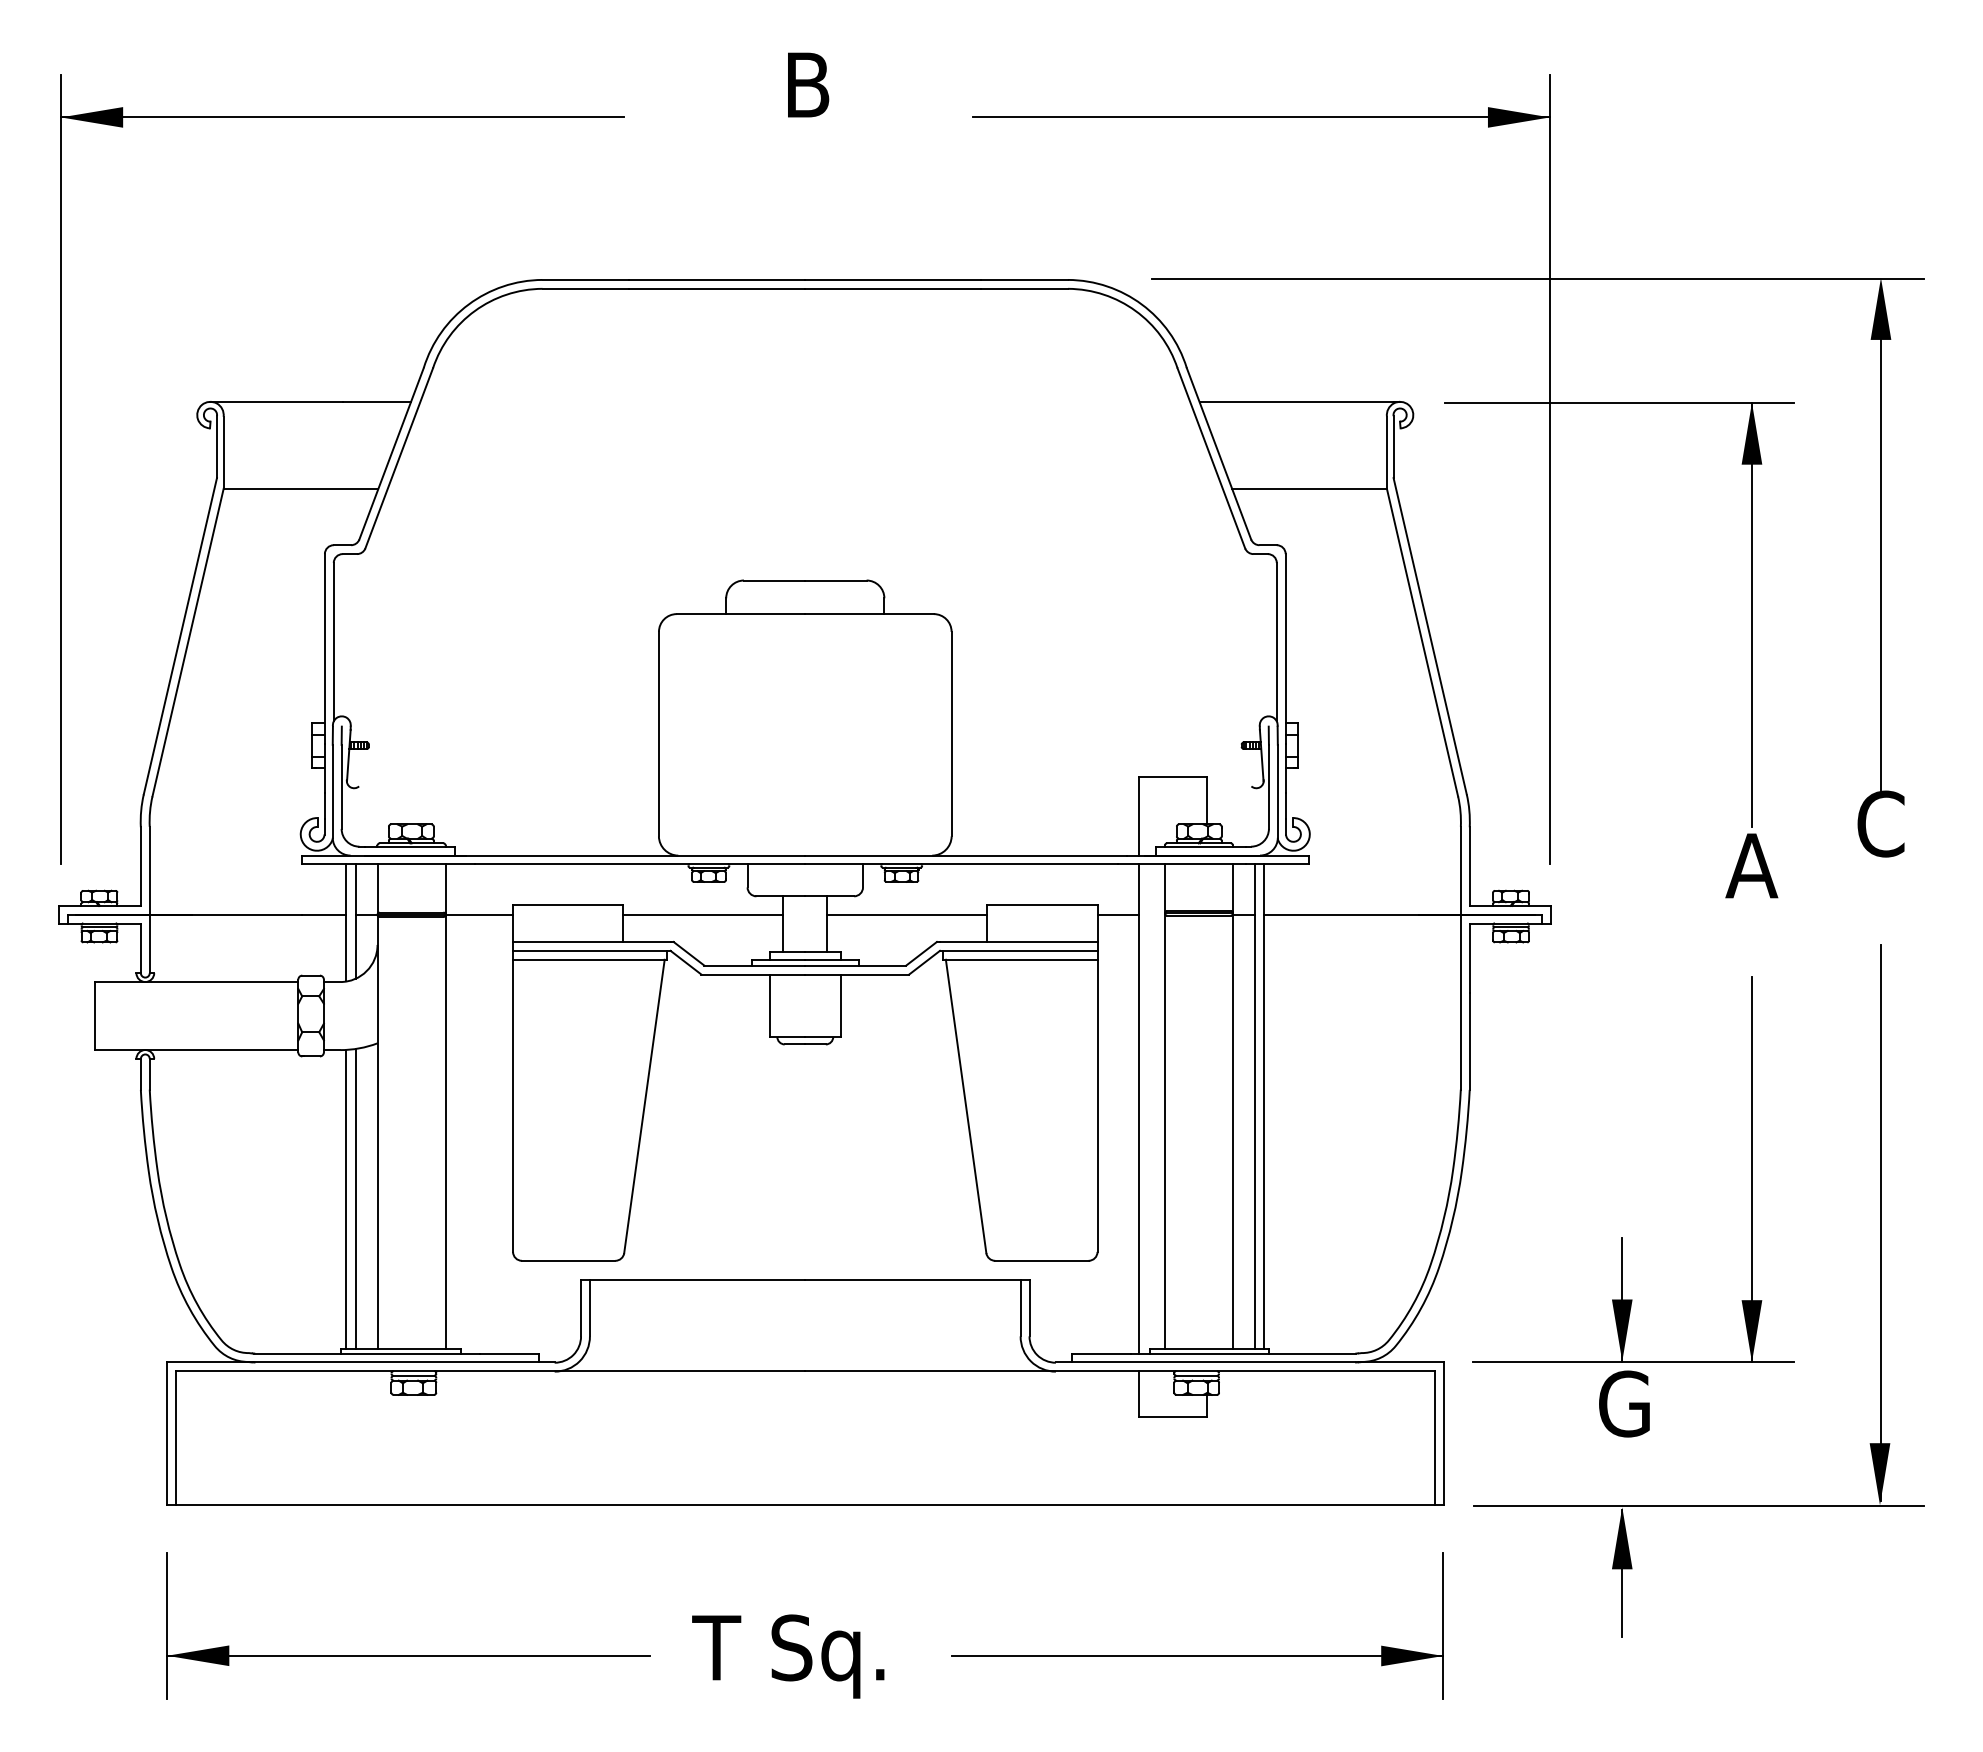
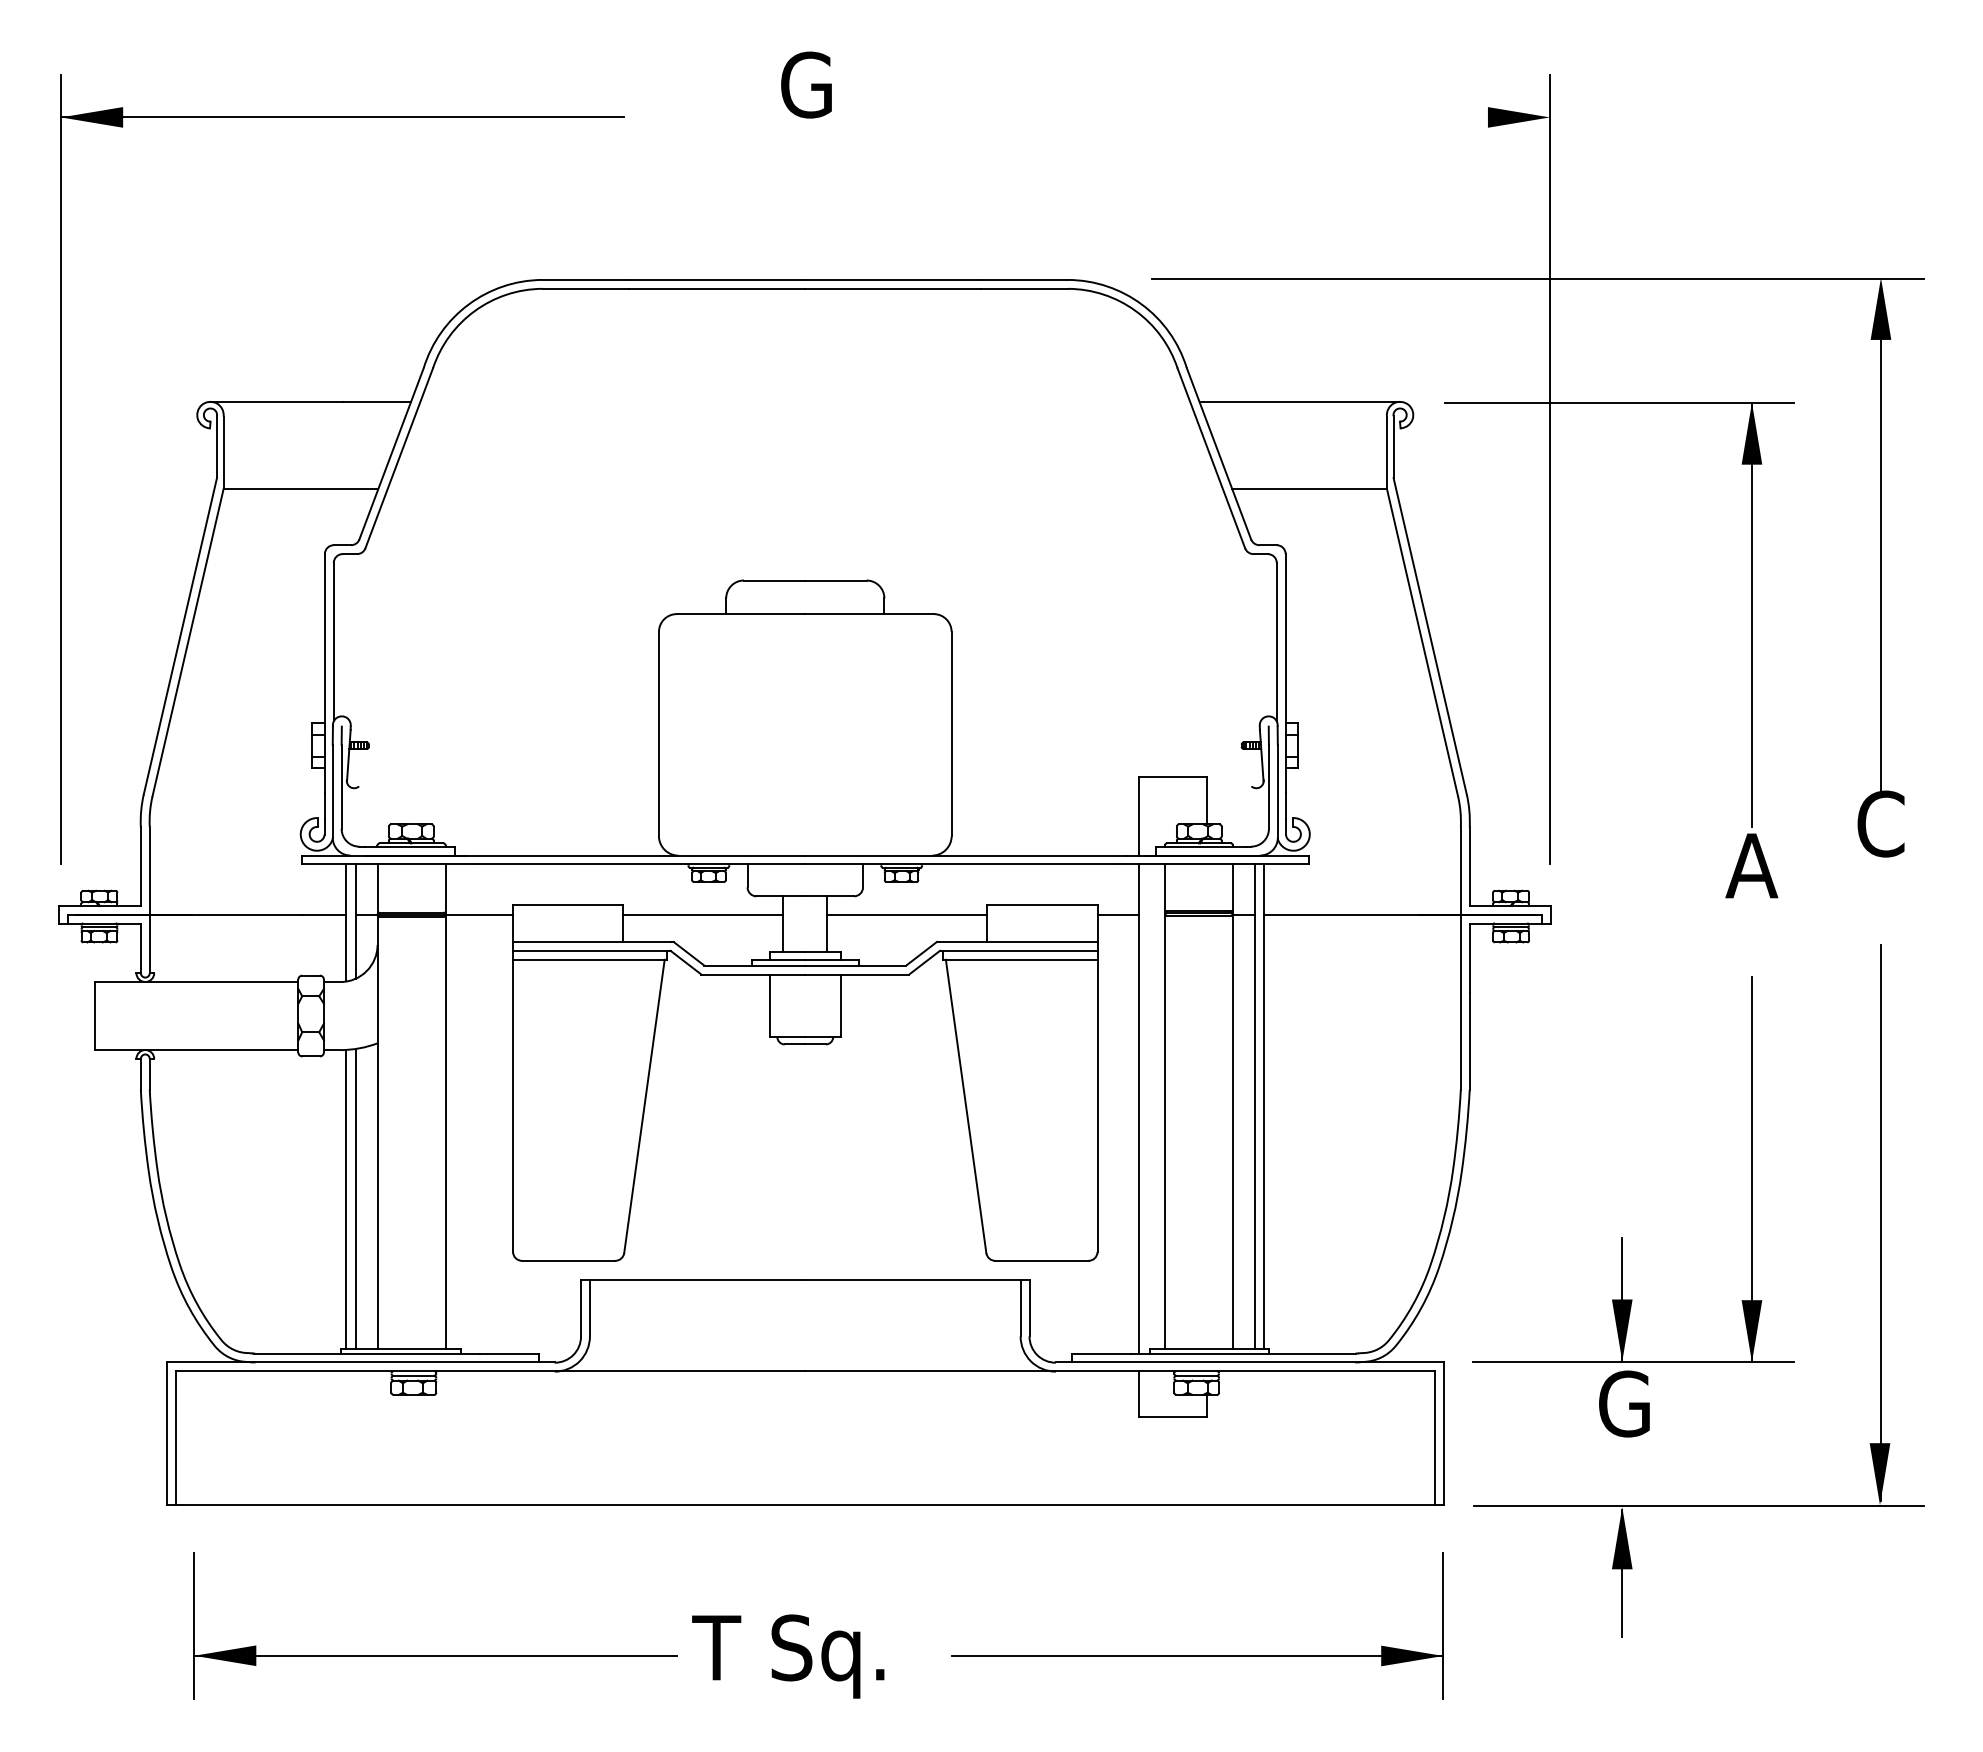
text at (806, 84): B -> G
line at (1261, 117): present -> none
part at (408, 1655) position: (408, 1655) -> (435, 1655)
